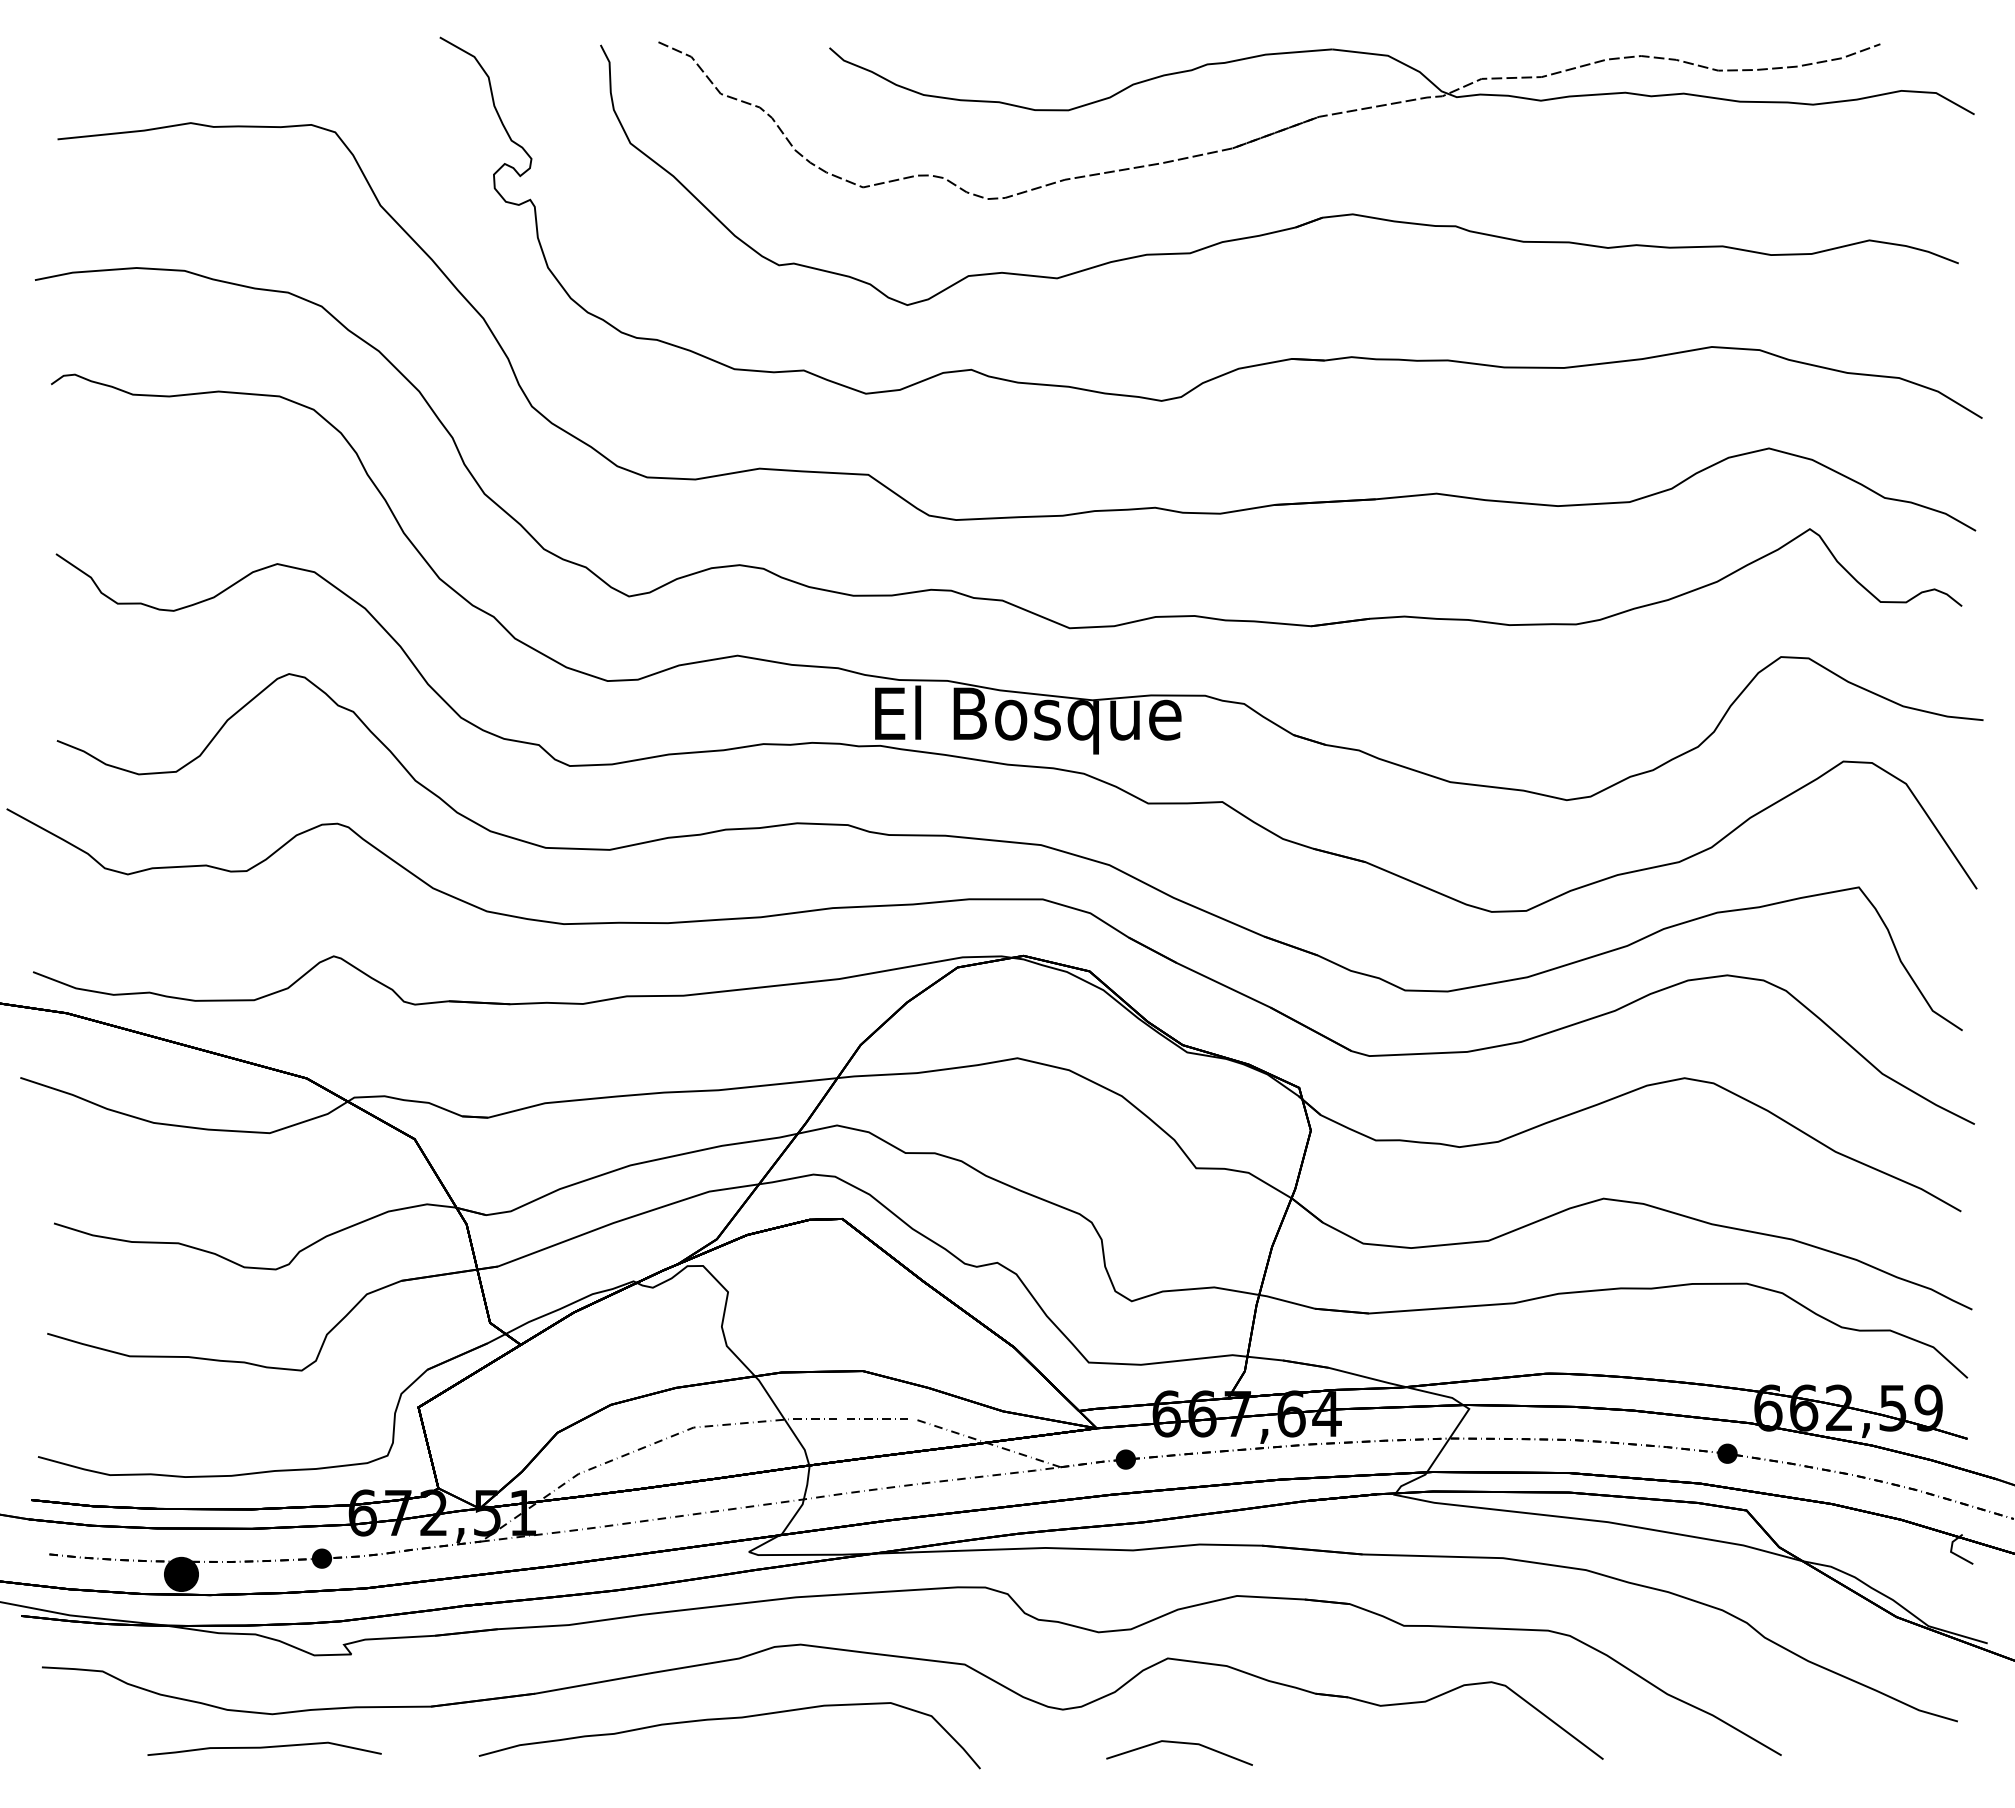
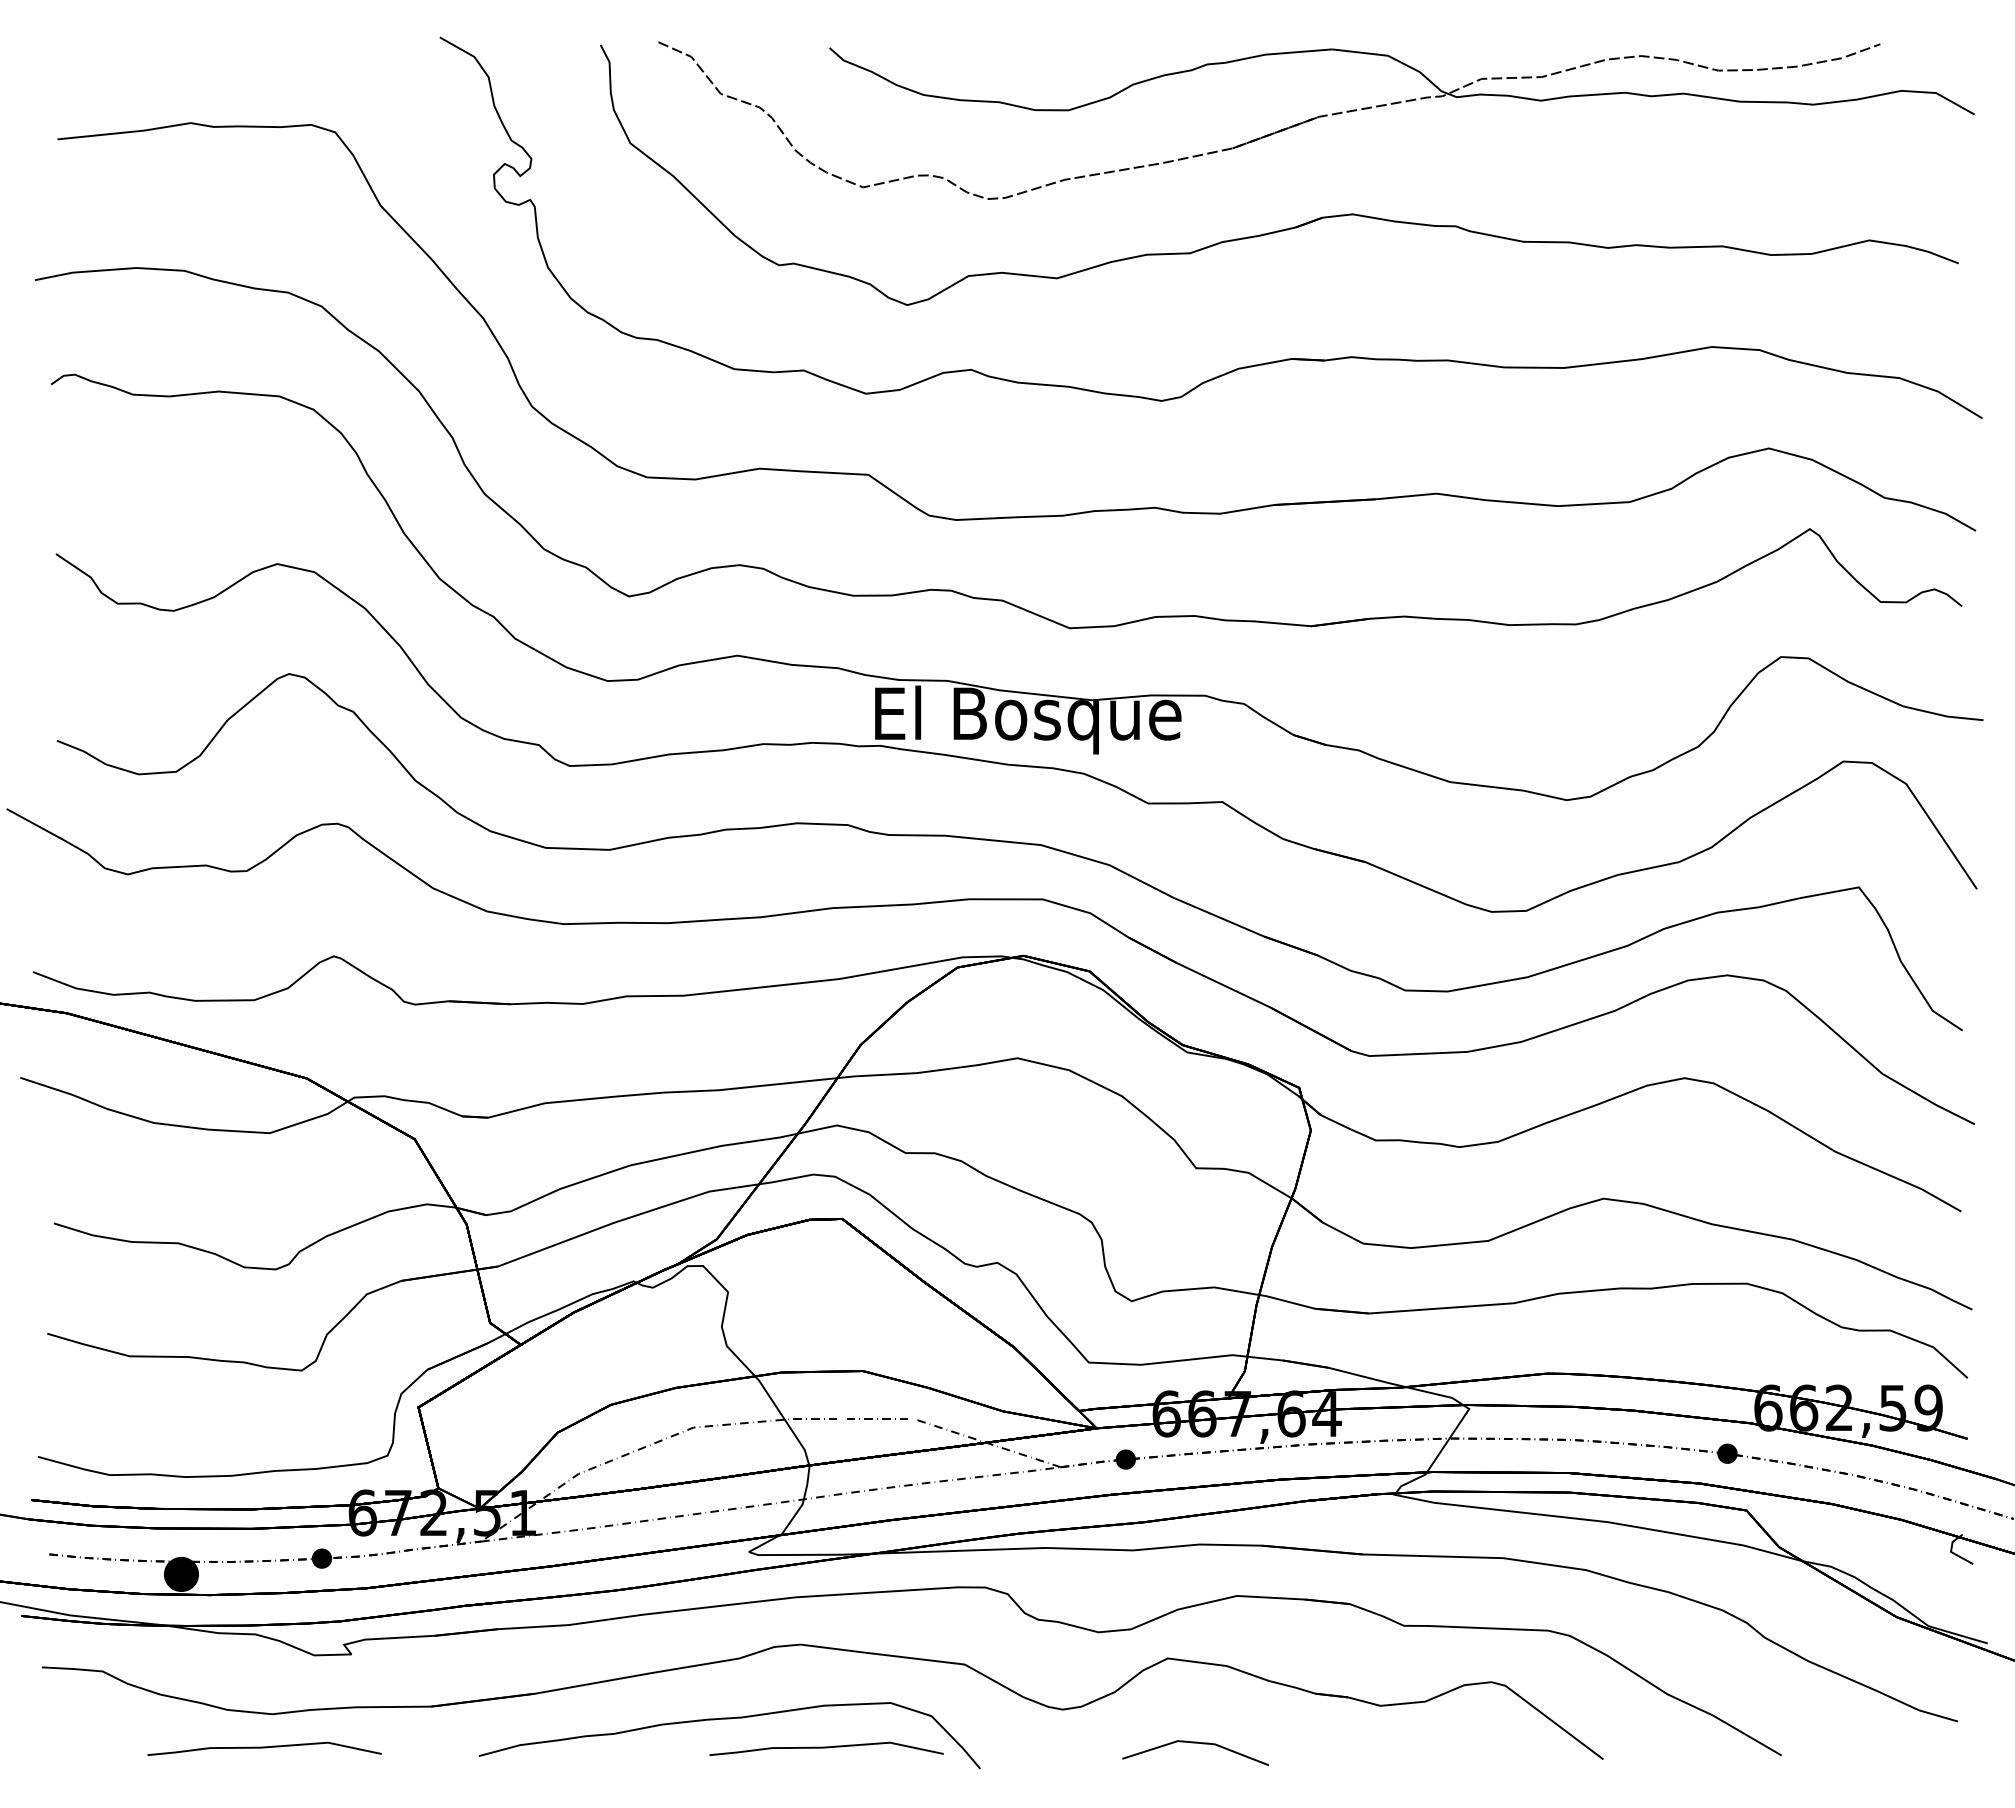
line at (1179, 1743) position: (1179, 1743) -> (1195, 1743)
curve at (826, 1748): none -> present
